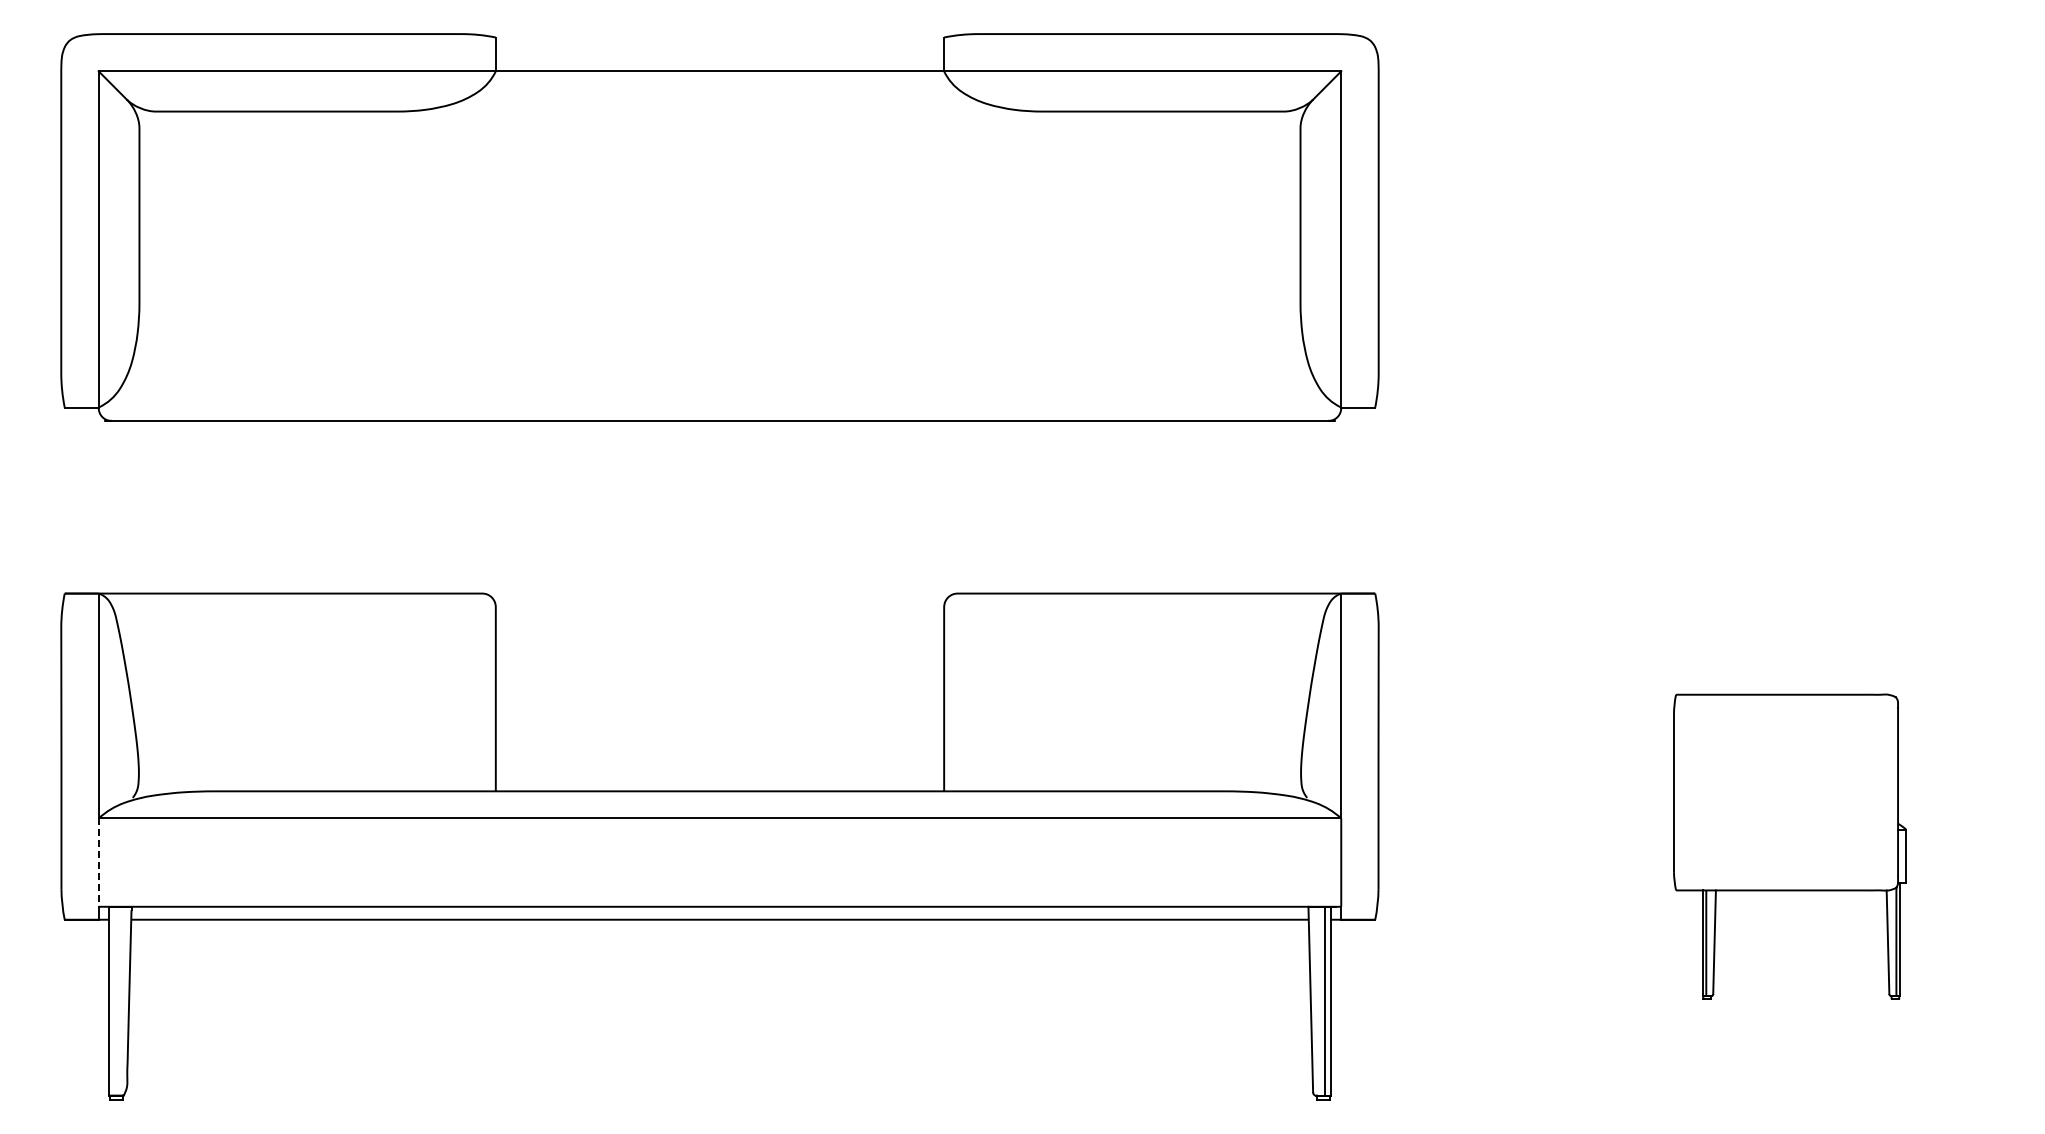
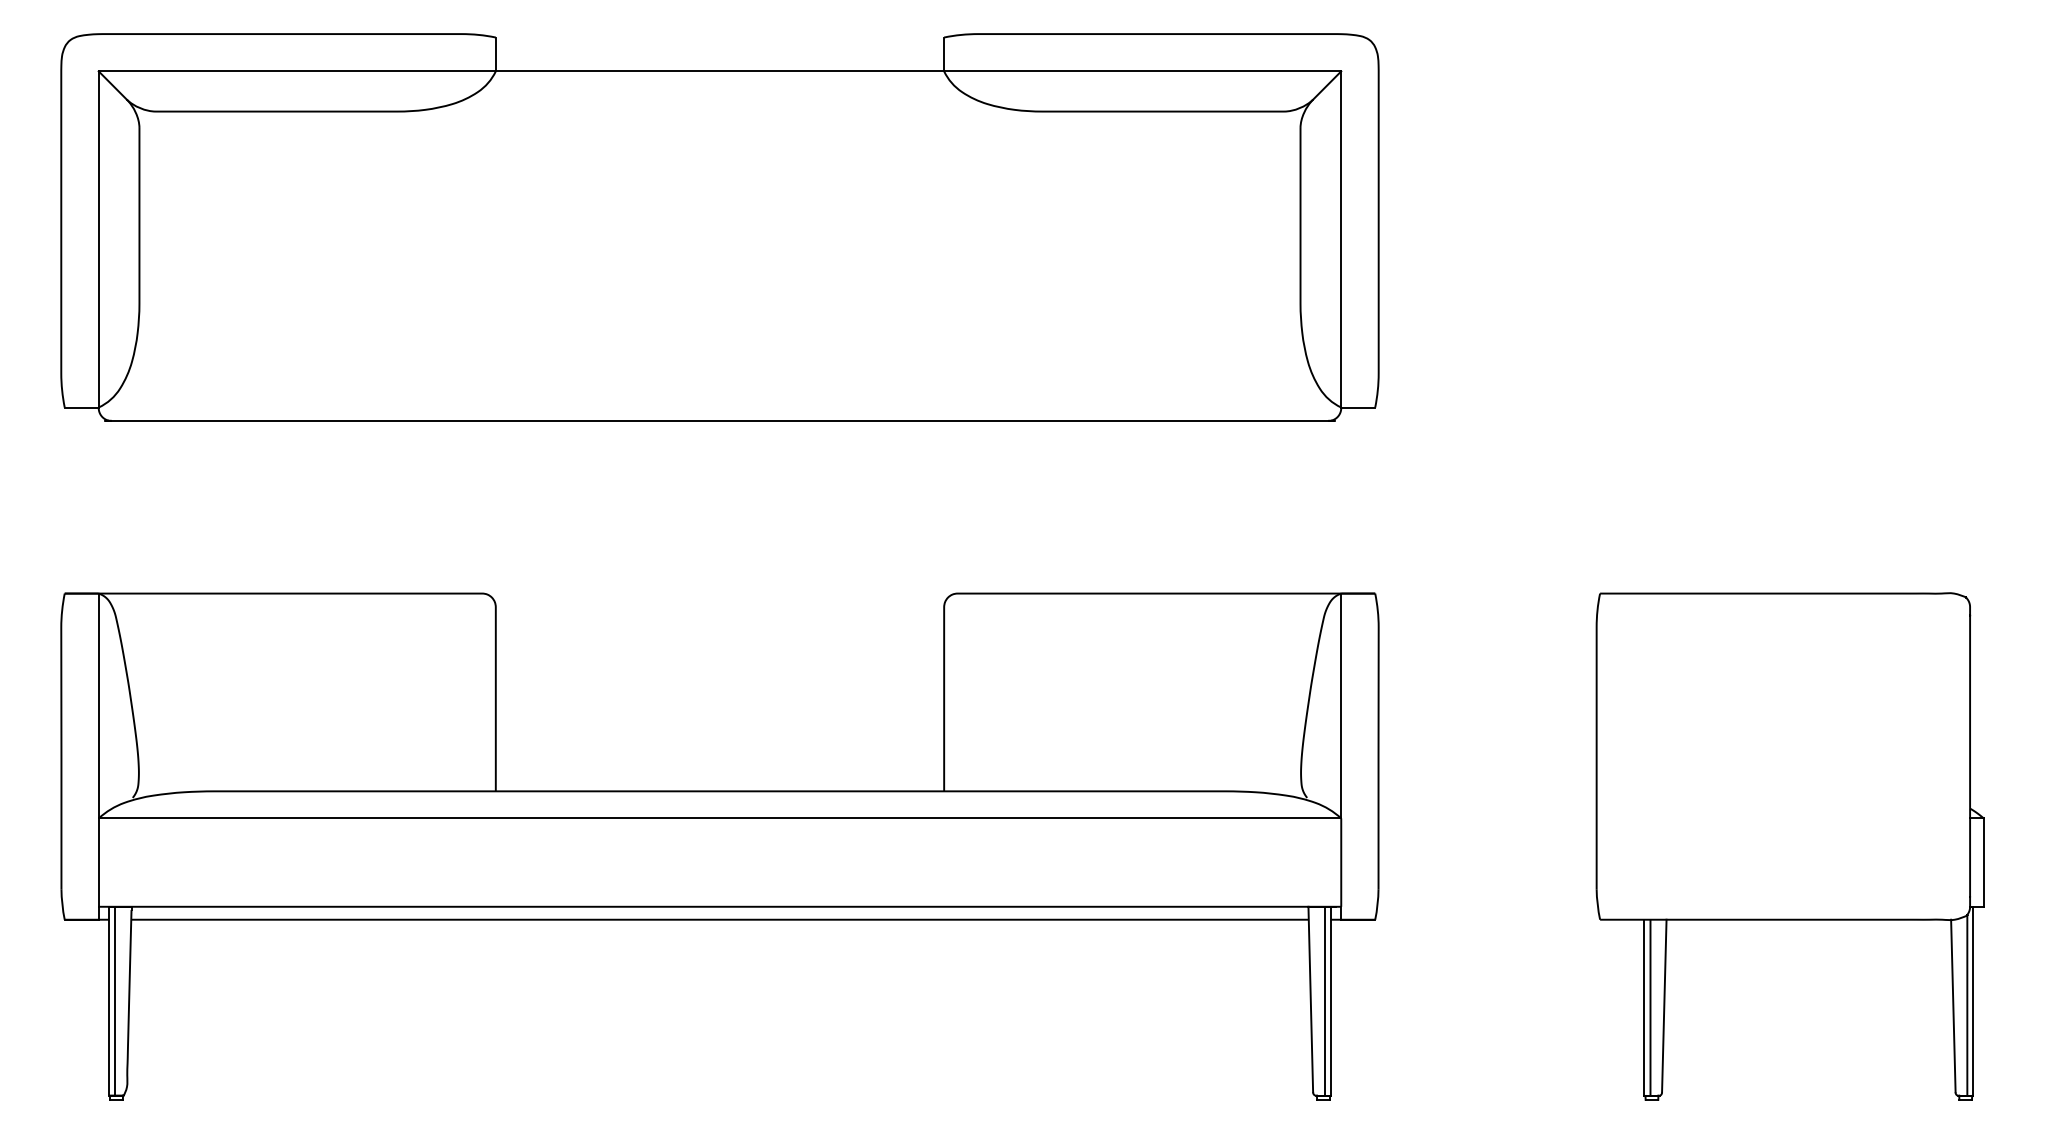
part at (1789, 846) size: 234x307 px -> 390x509 px
line at (98, 863): dashed -> solid
line at (115, 1000): none -> present
